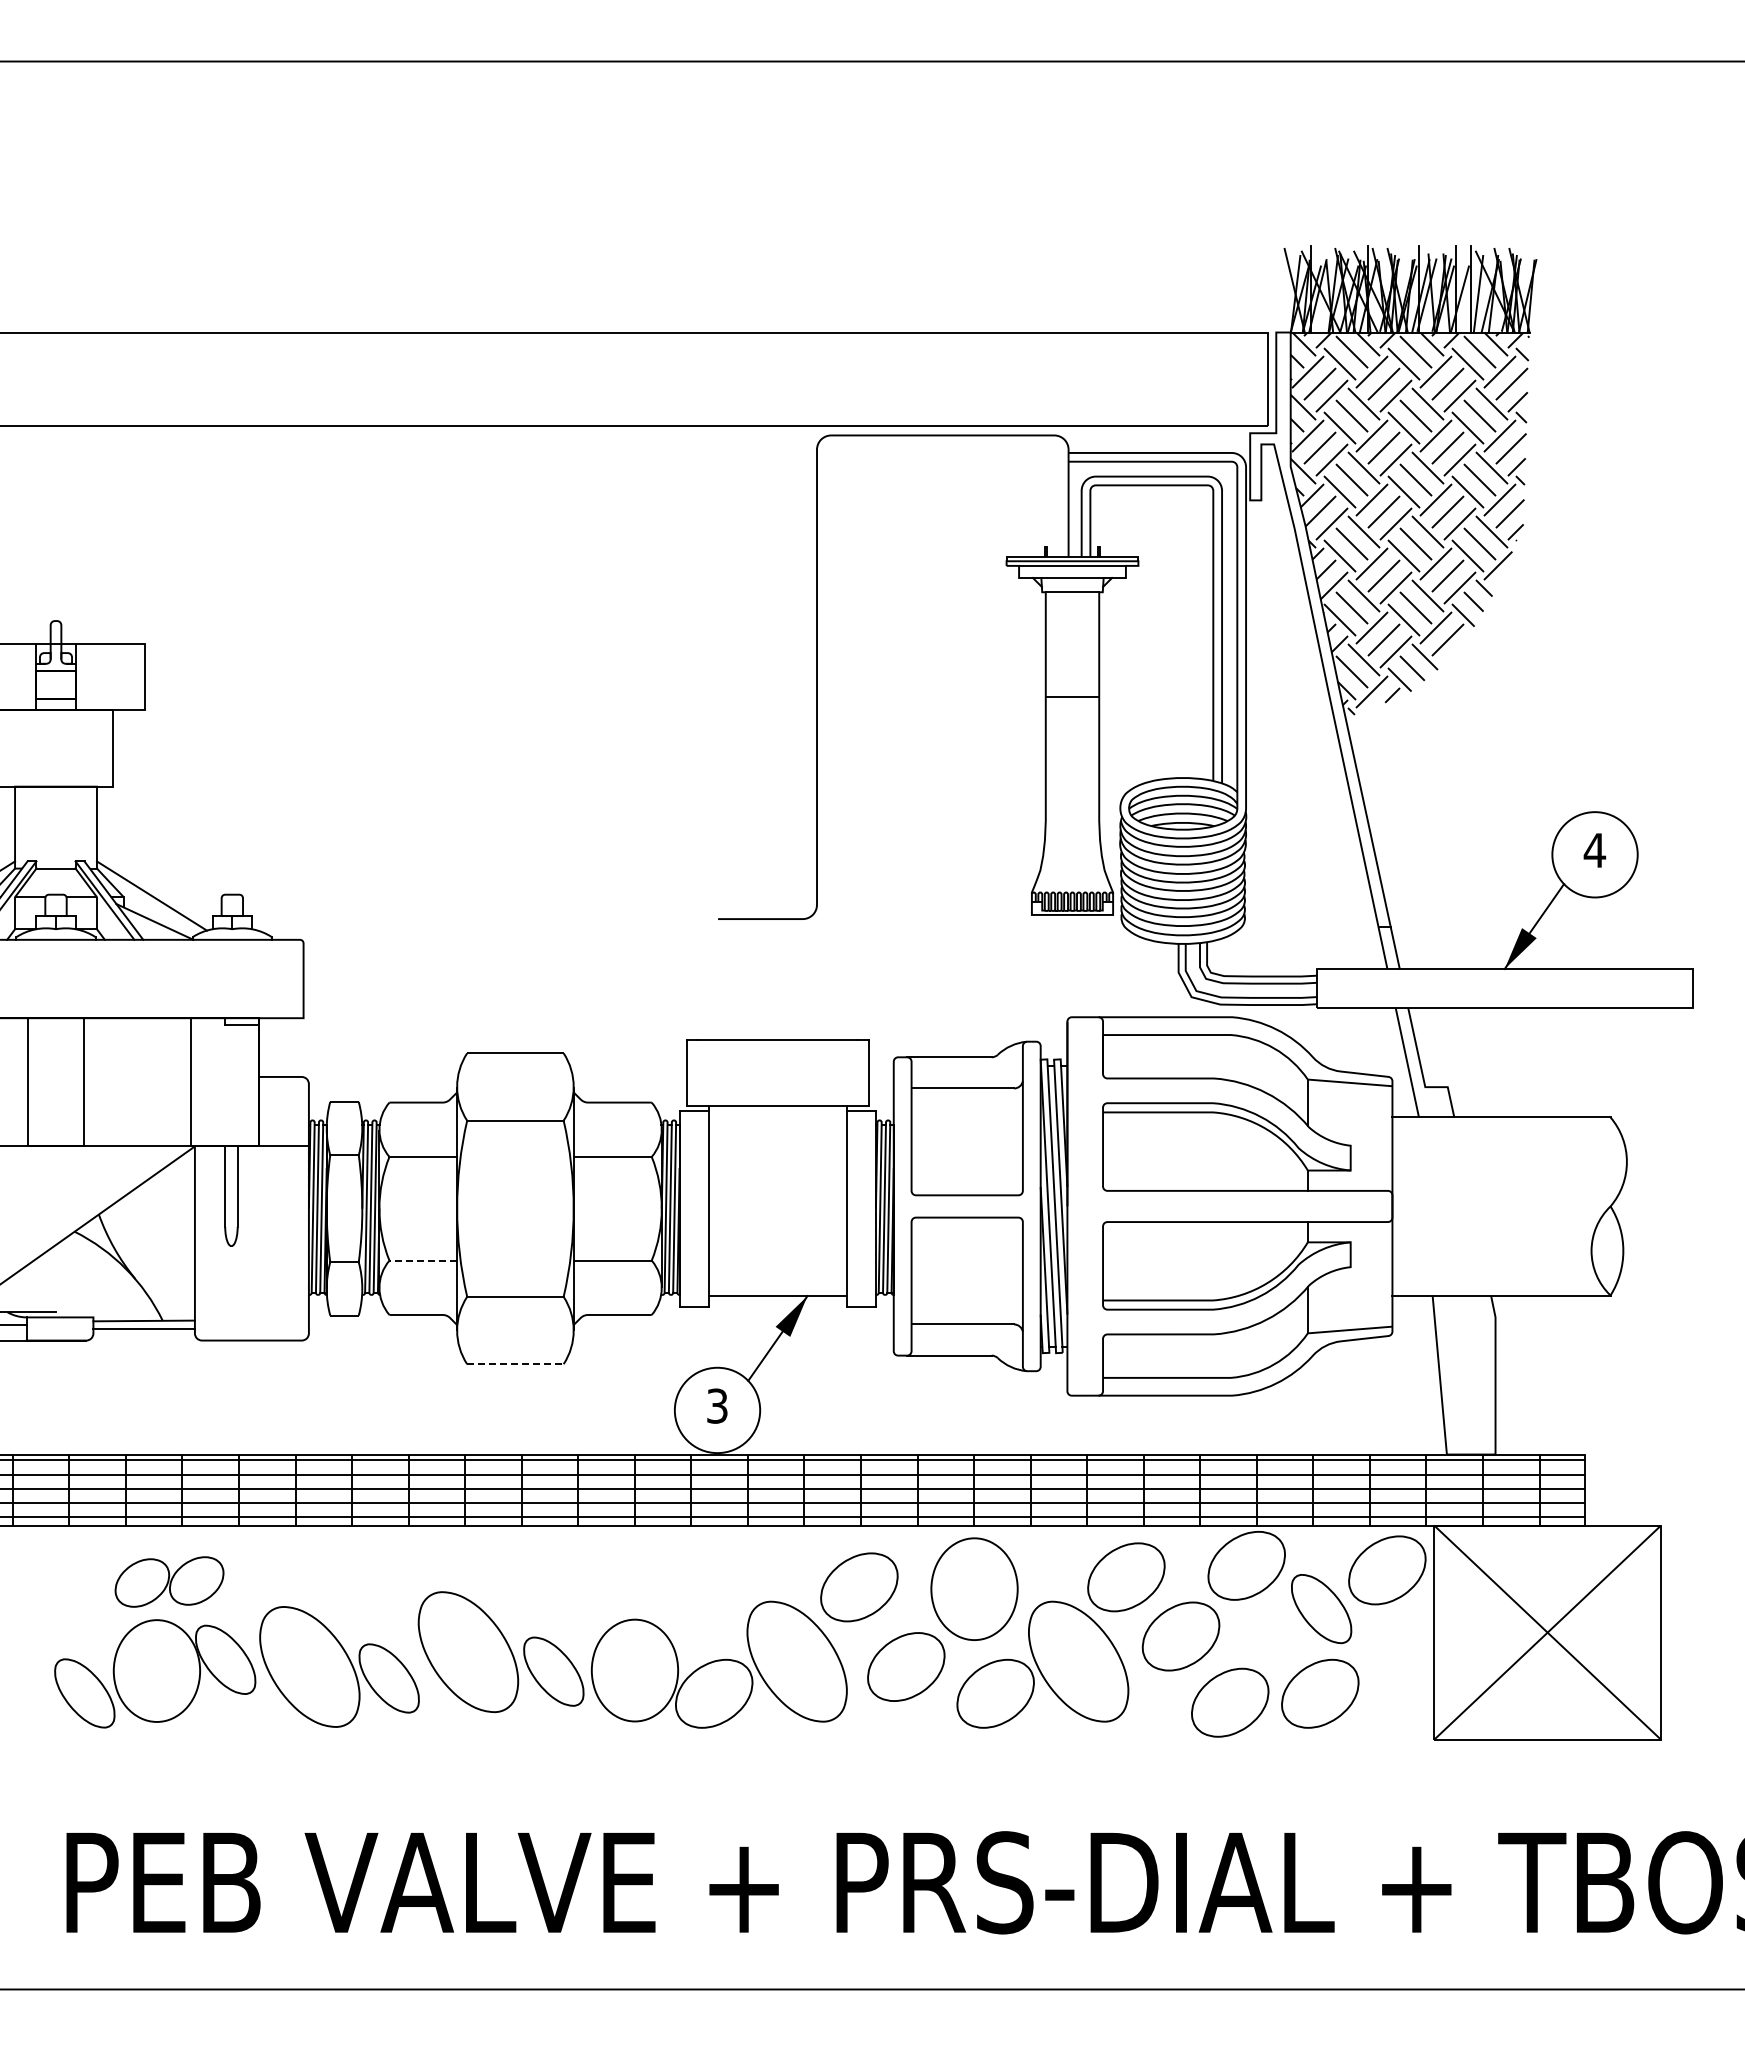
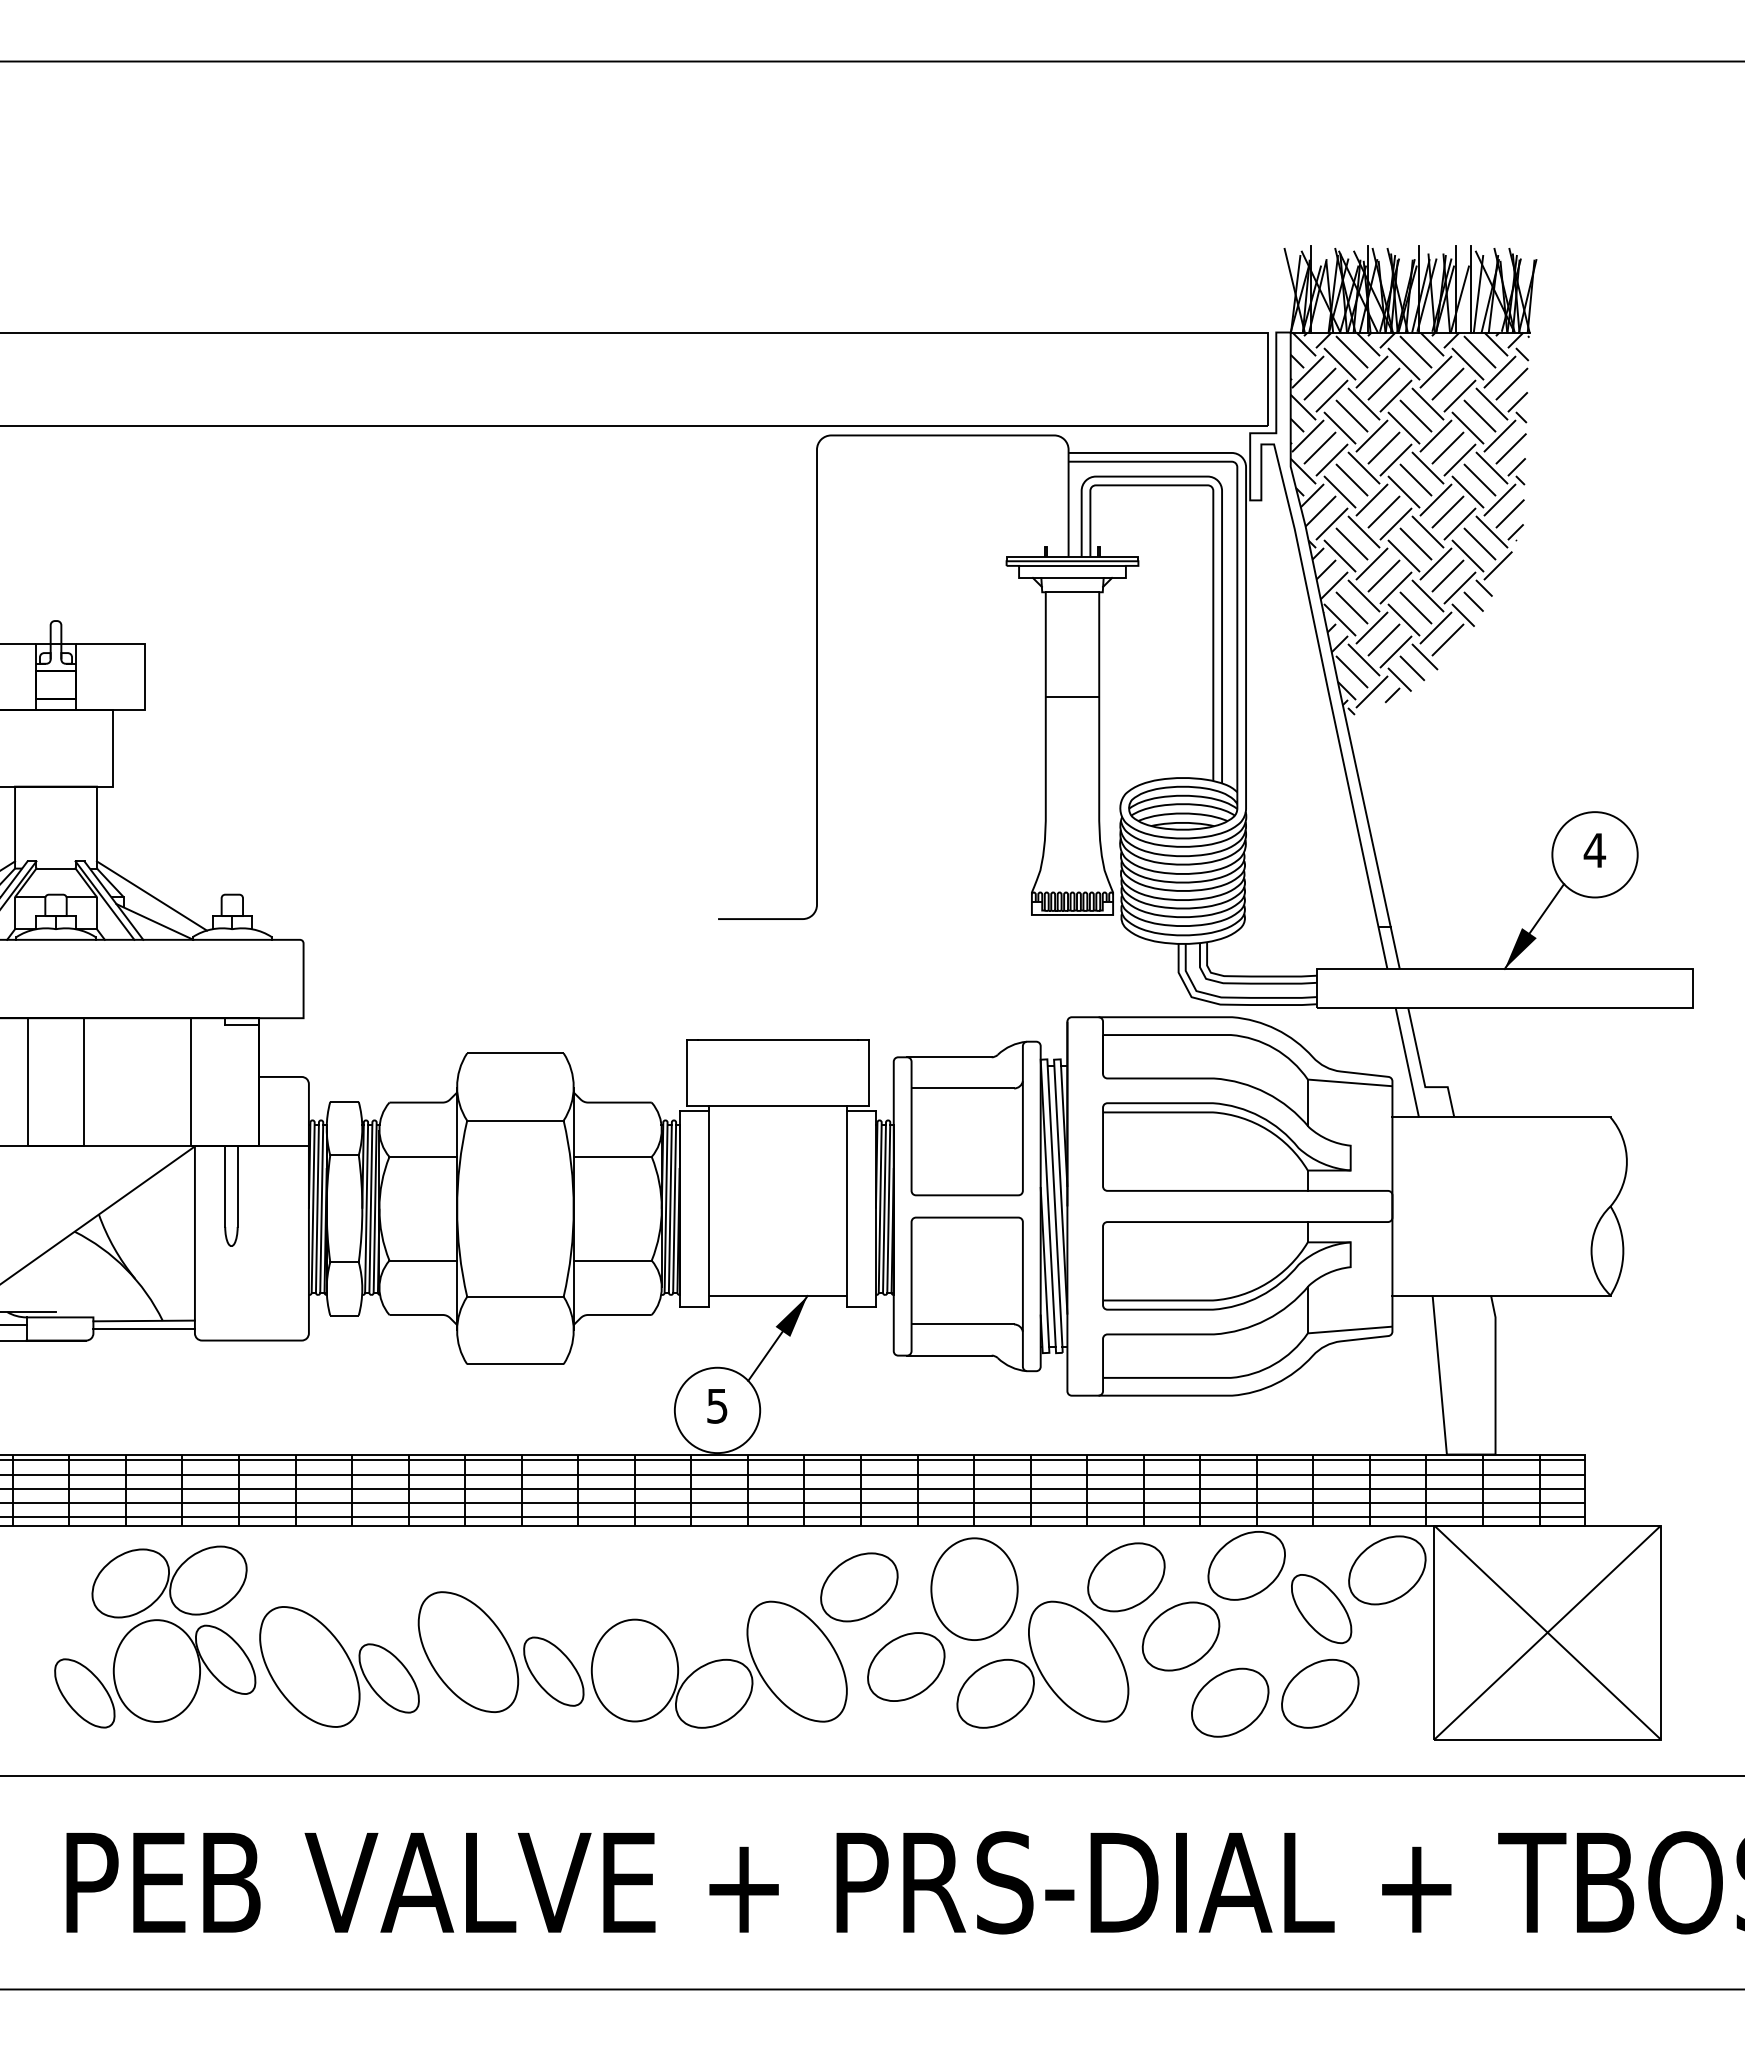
line at (423, 1260): dashed -> solid
line at (515, 1364): dashed -> solid
text at (717, 1405): 3 -> 5
part at (169, 1581) size: 111x52 px -> 157x74 px
line at (871, 1776): none -> present
